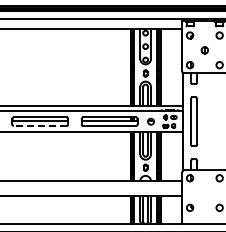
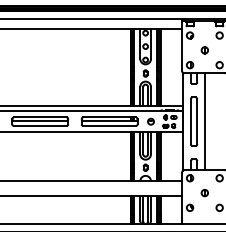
line at (204, 121): none -> present
line at (39, 126): dashed -> solid
part at (204, 193): none -> present
